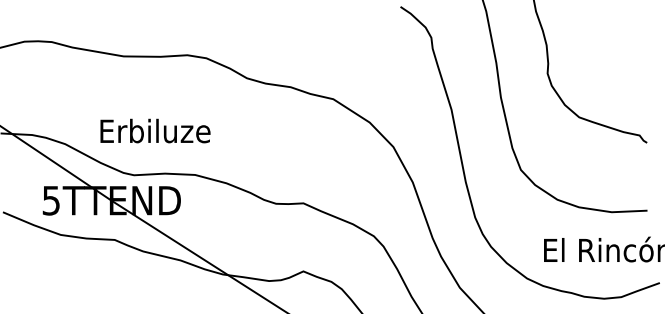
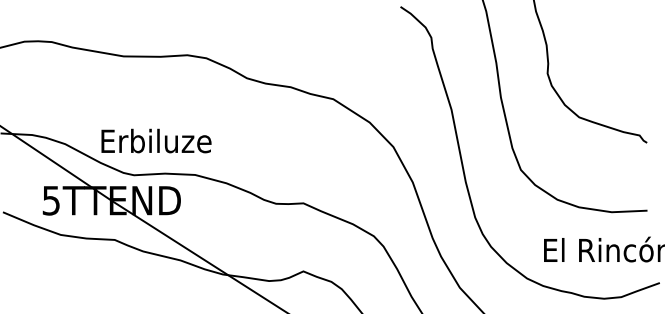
text at (155, 130) position: (155, 130) -> (156, 140)
